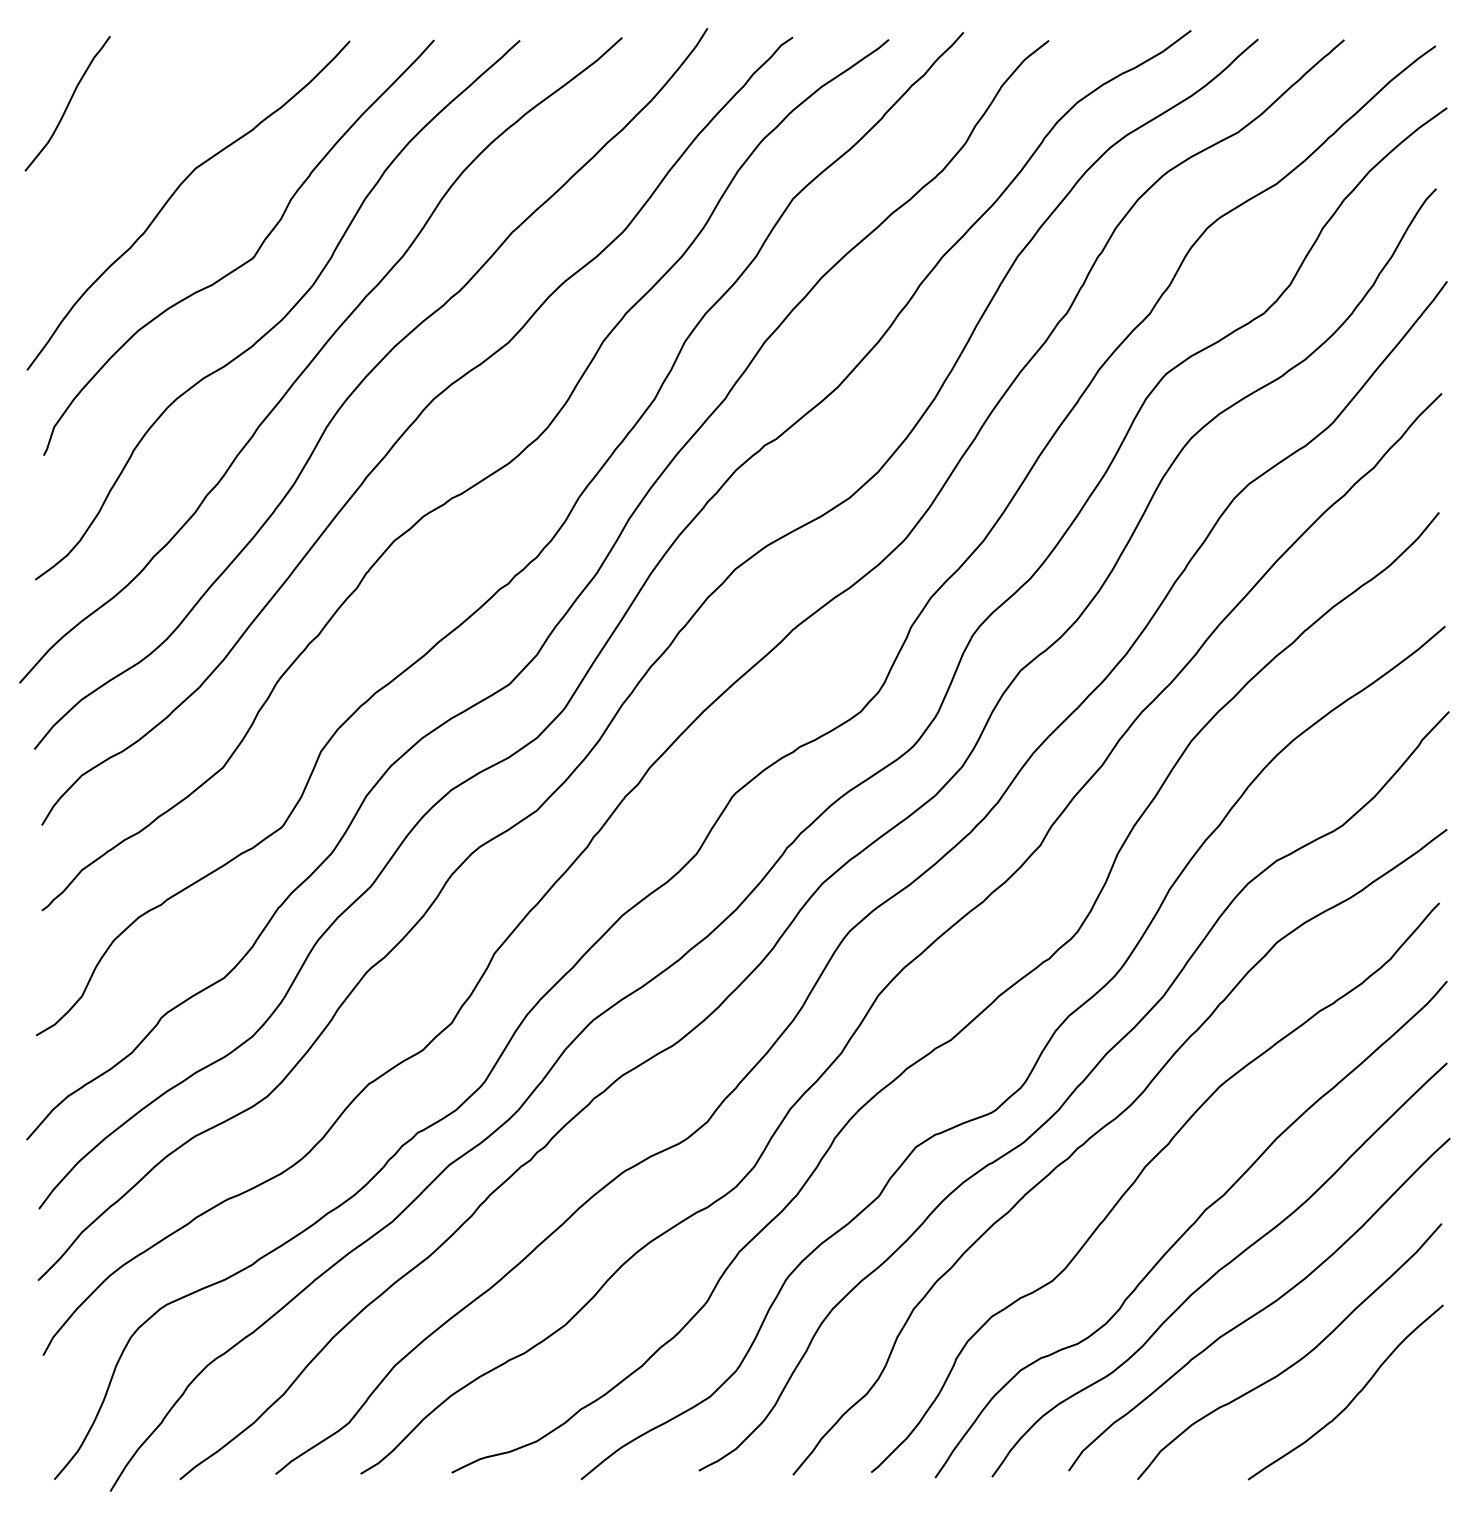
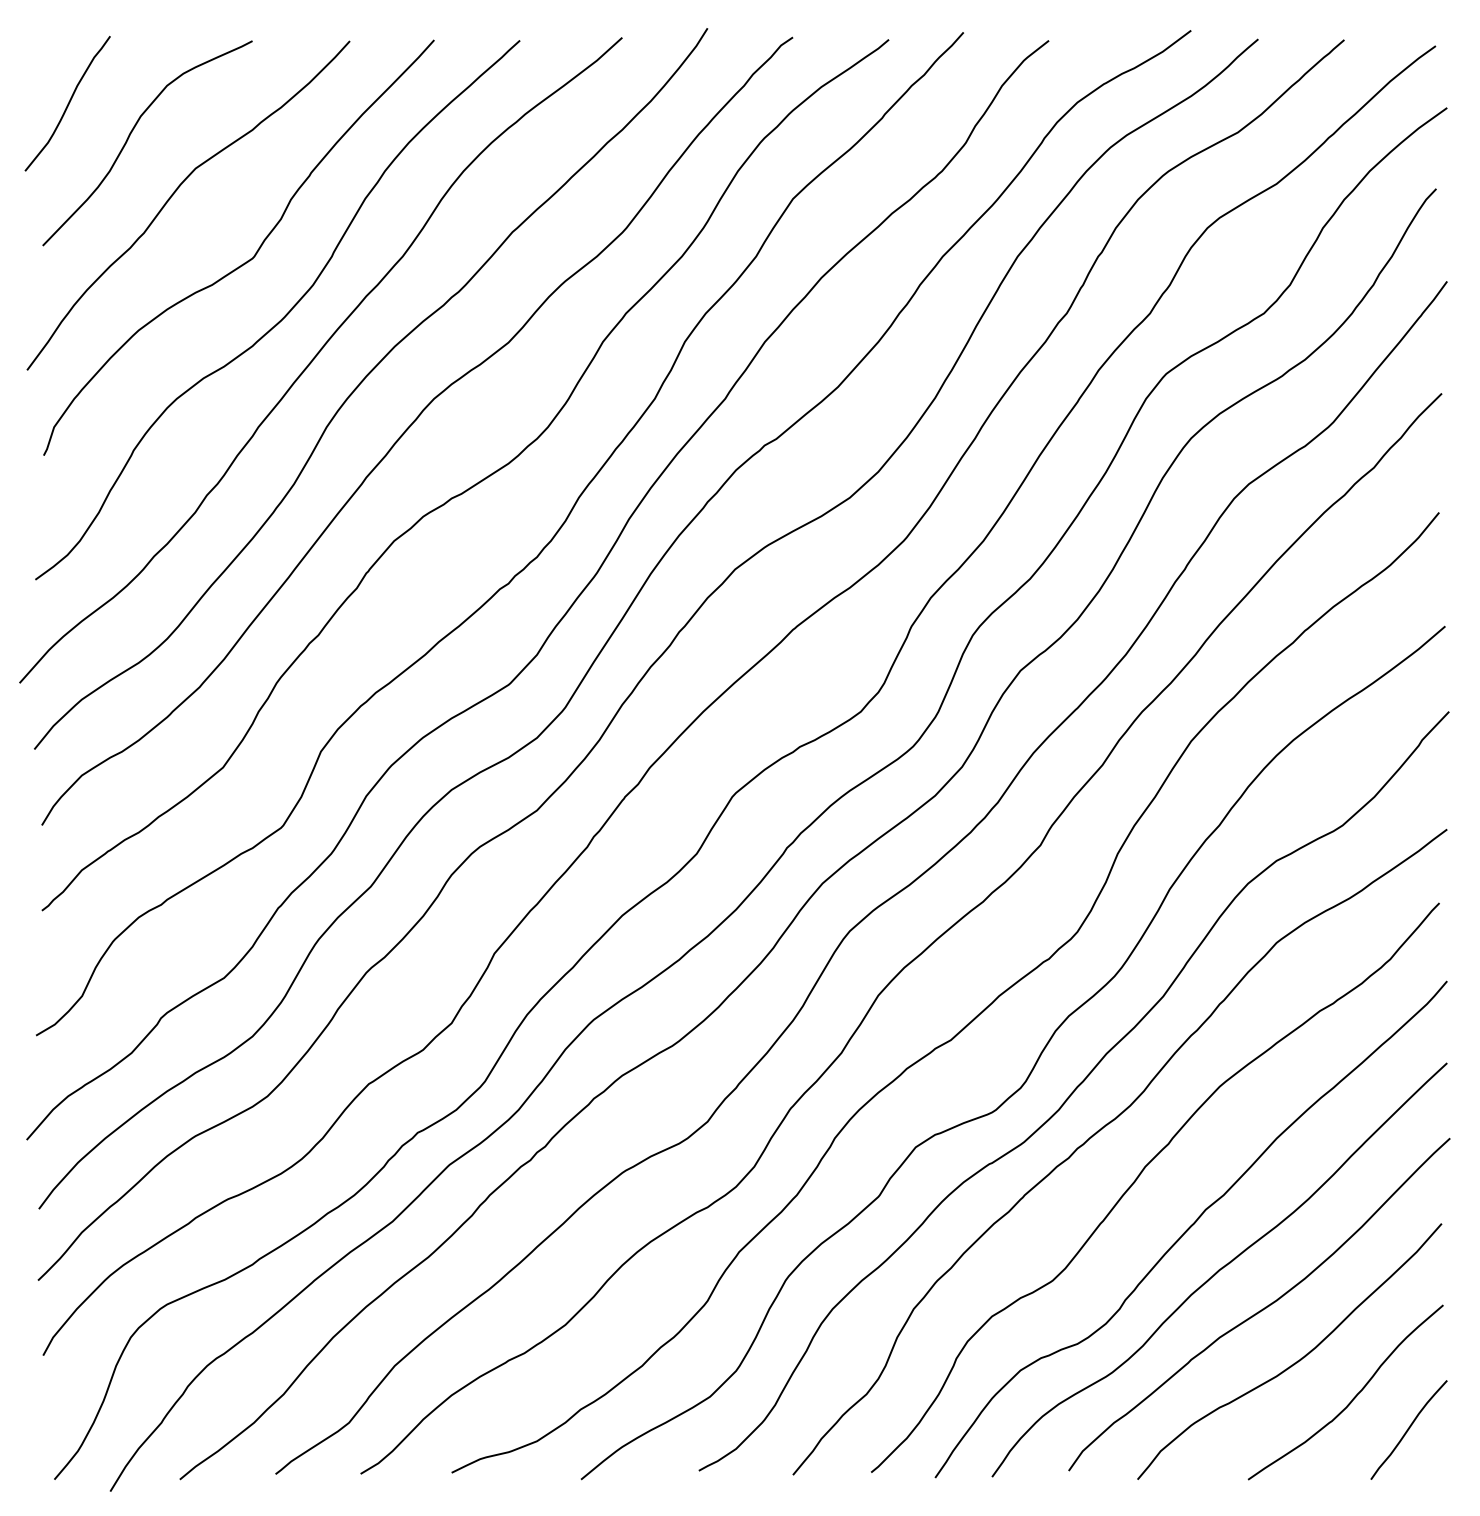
curve at (132, 132): none -> present
curve at (1408, 1429): none -> present
